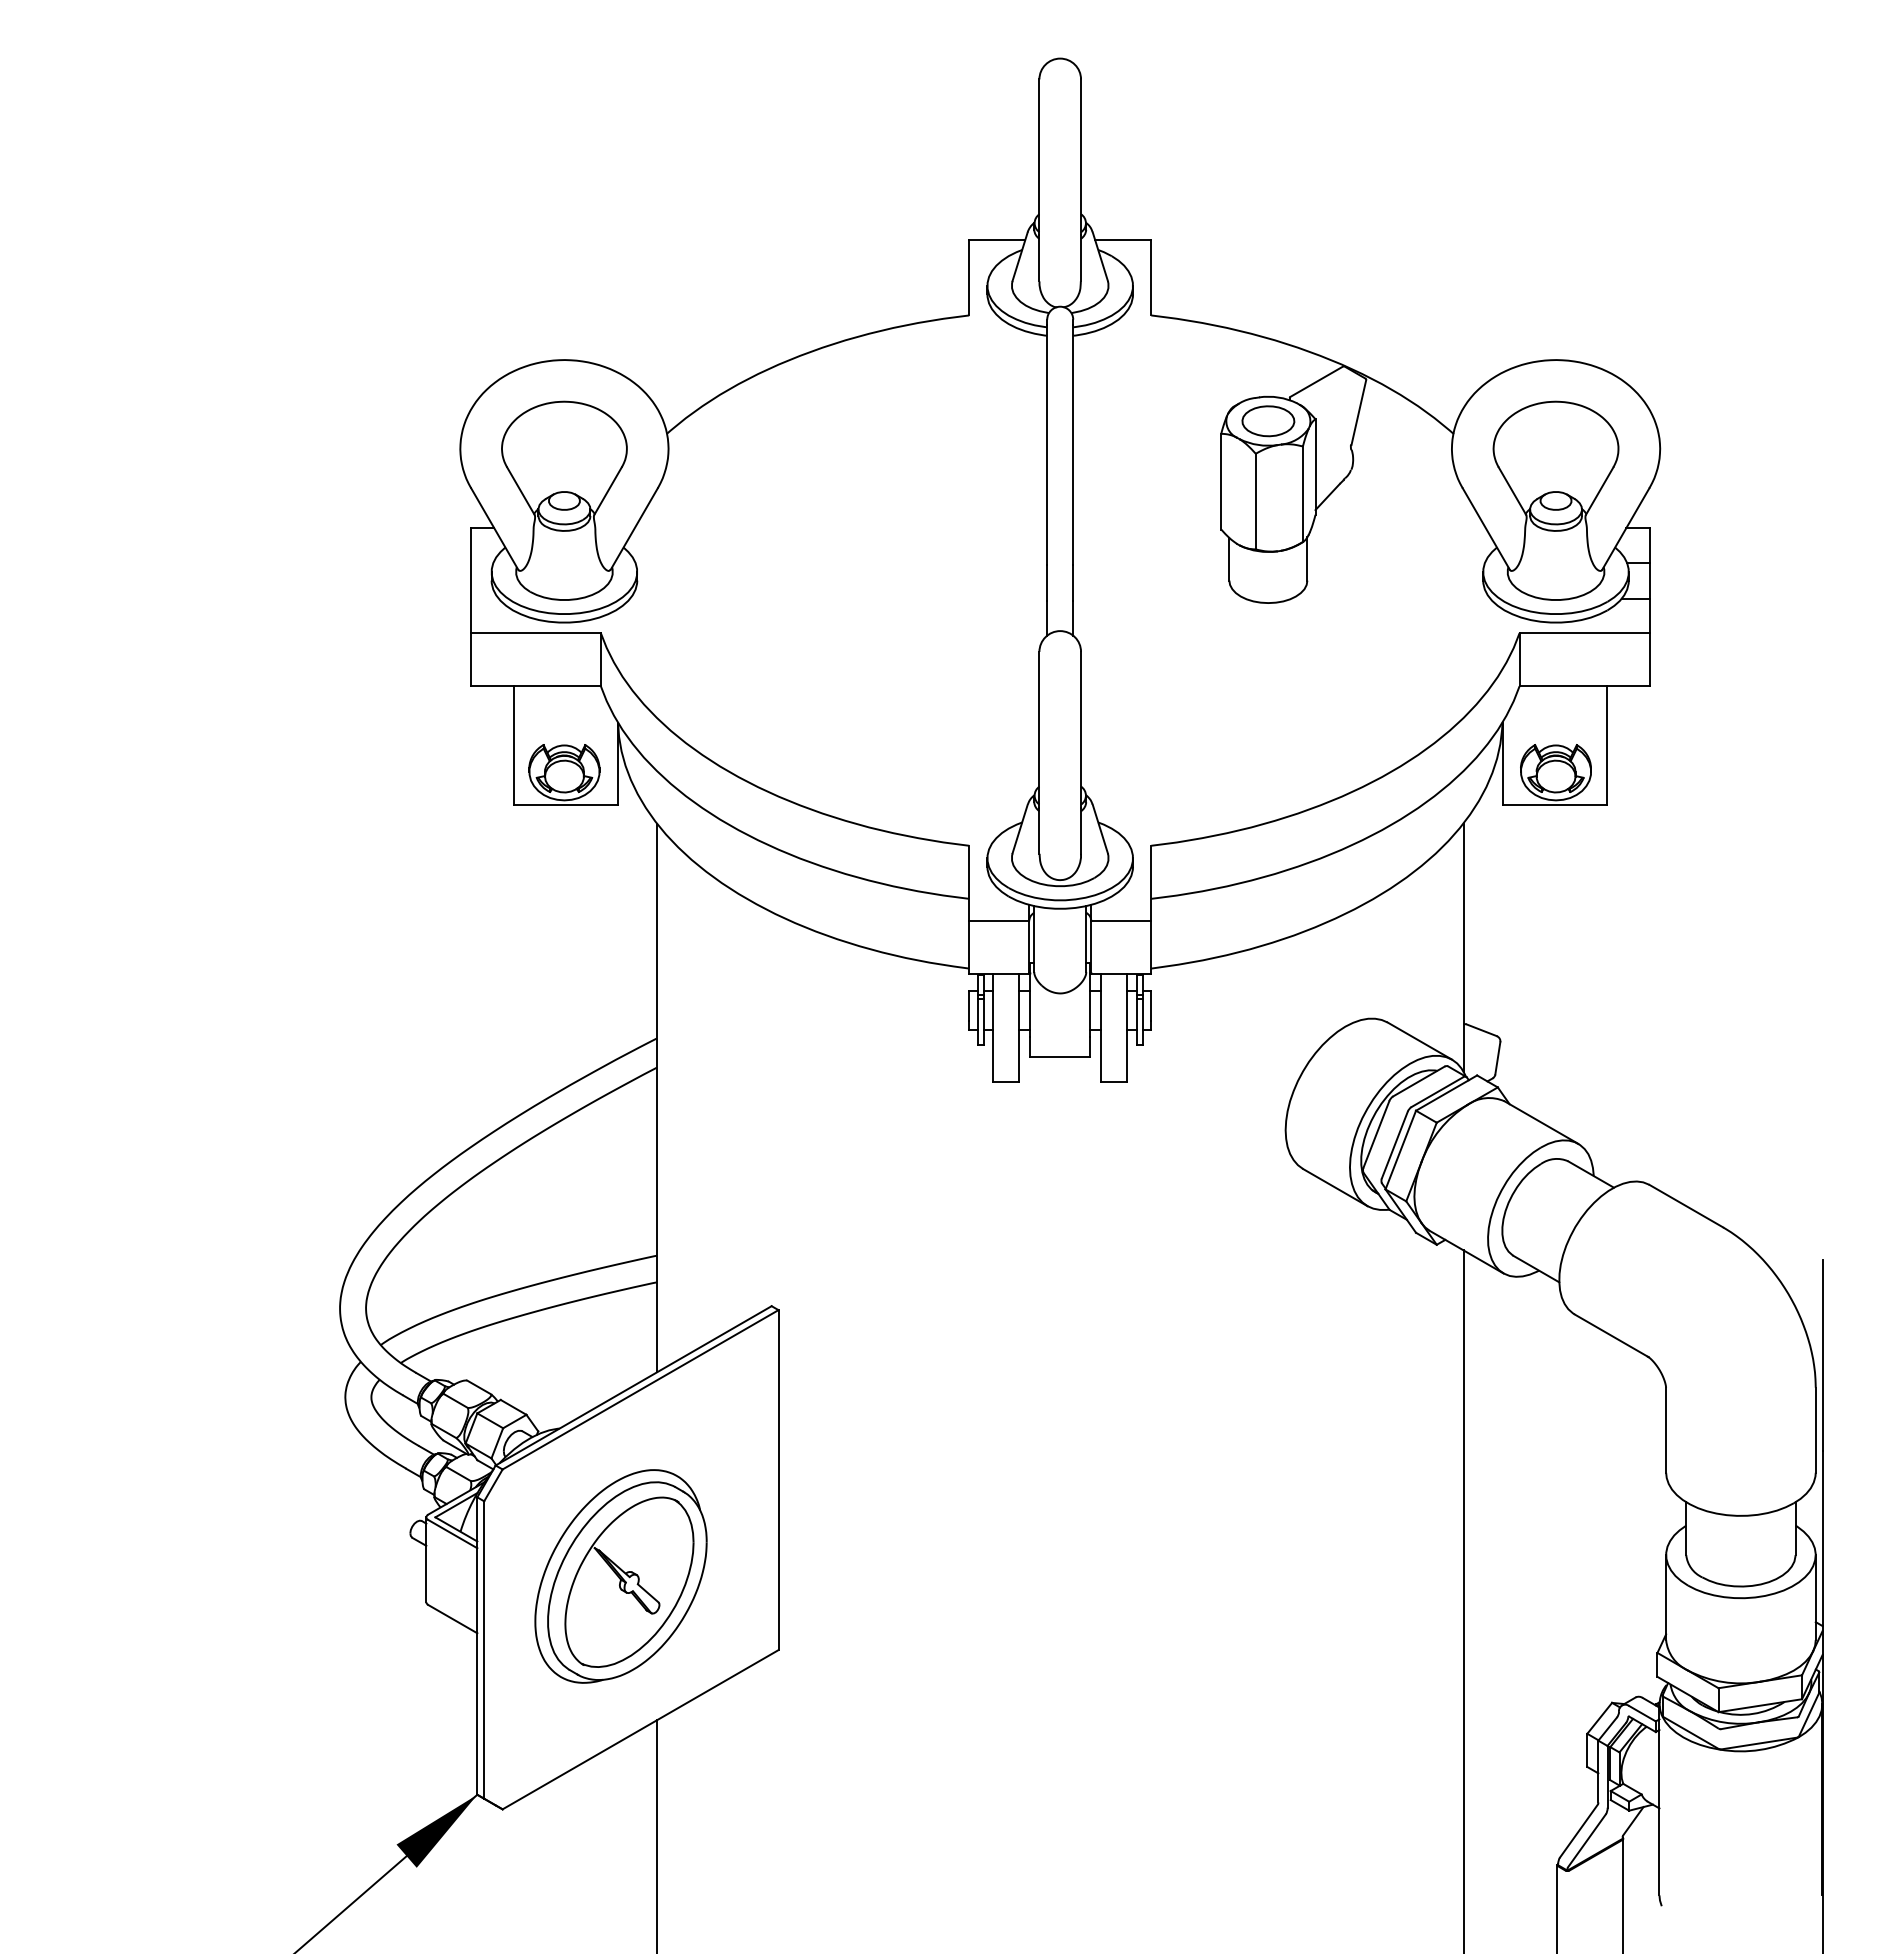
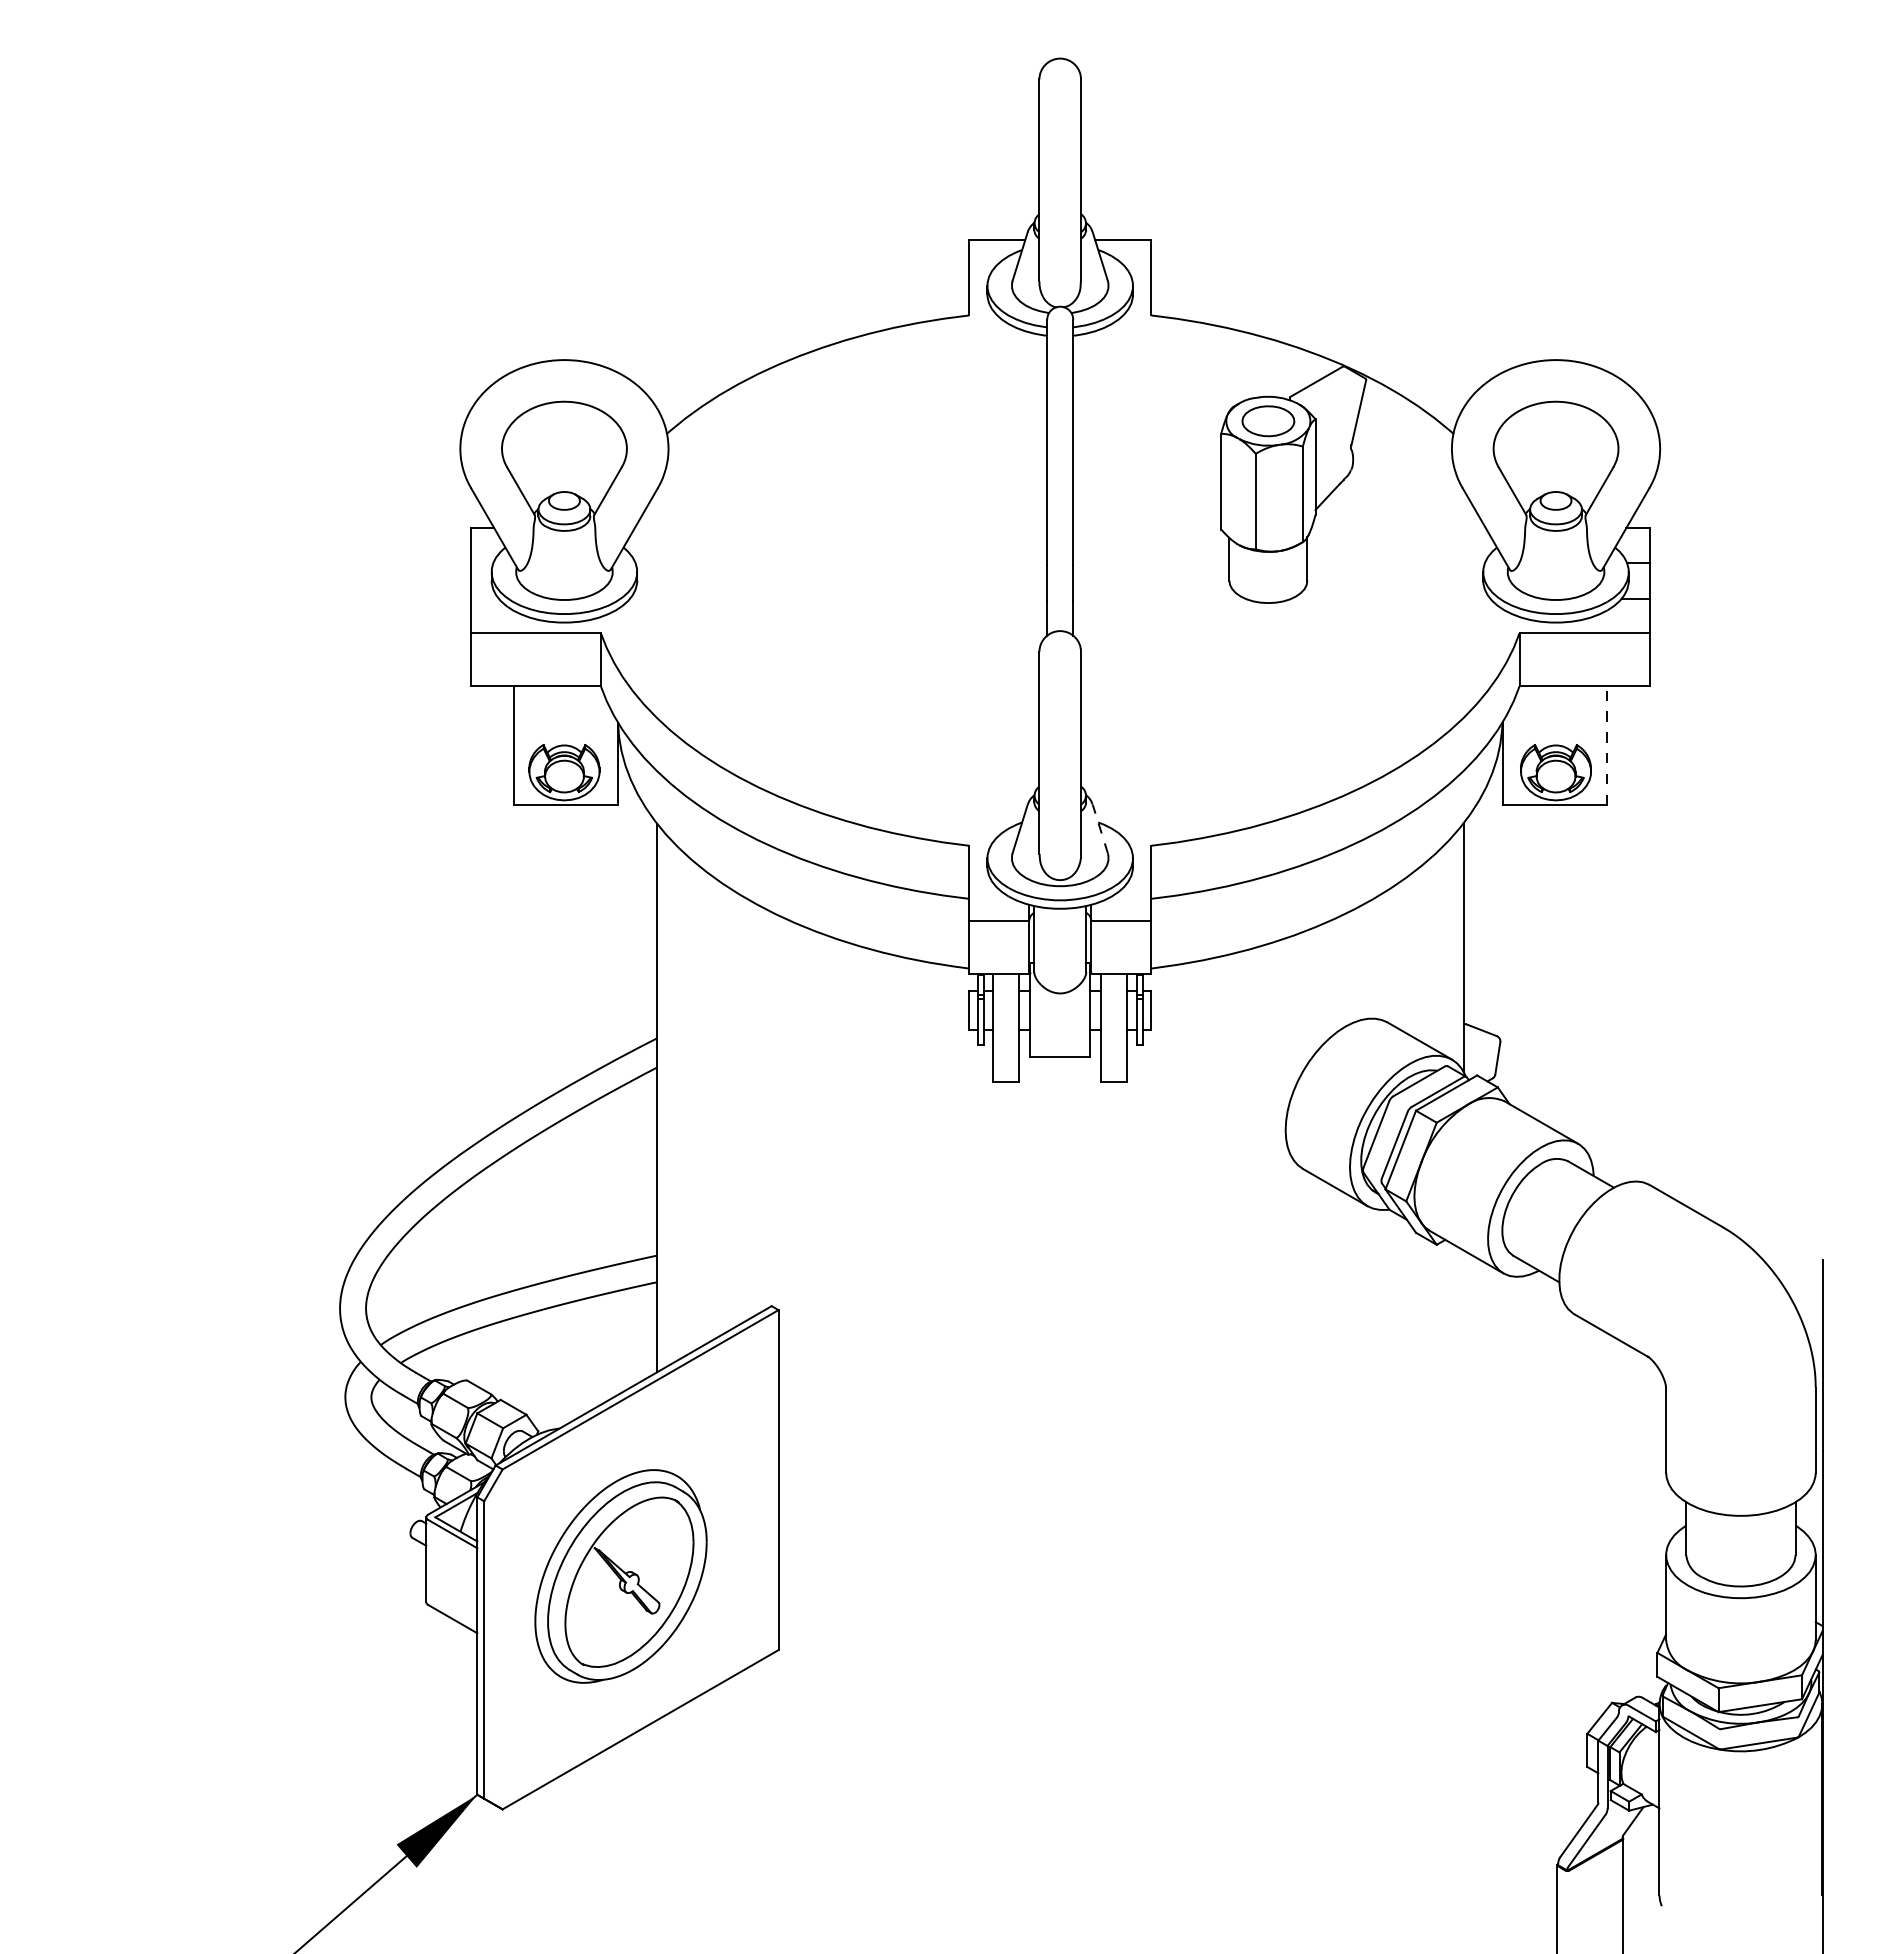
line at (1606, 745): solid -> dashed
line at (1100, 828): solid -> dashed
line at (1463, 1600): present -> none
line at (656, 1835): present -> none
